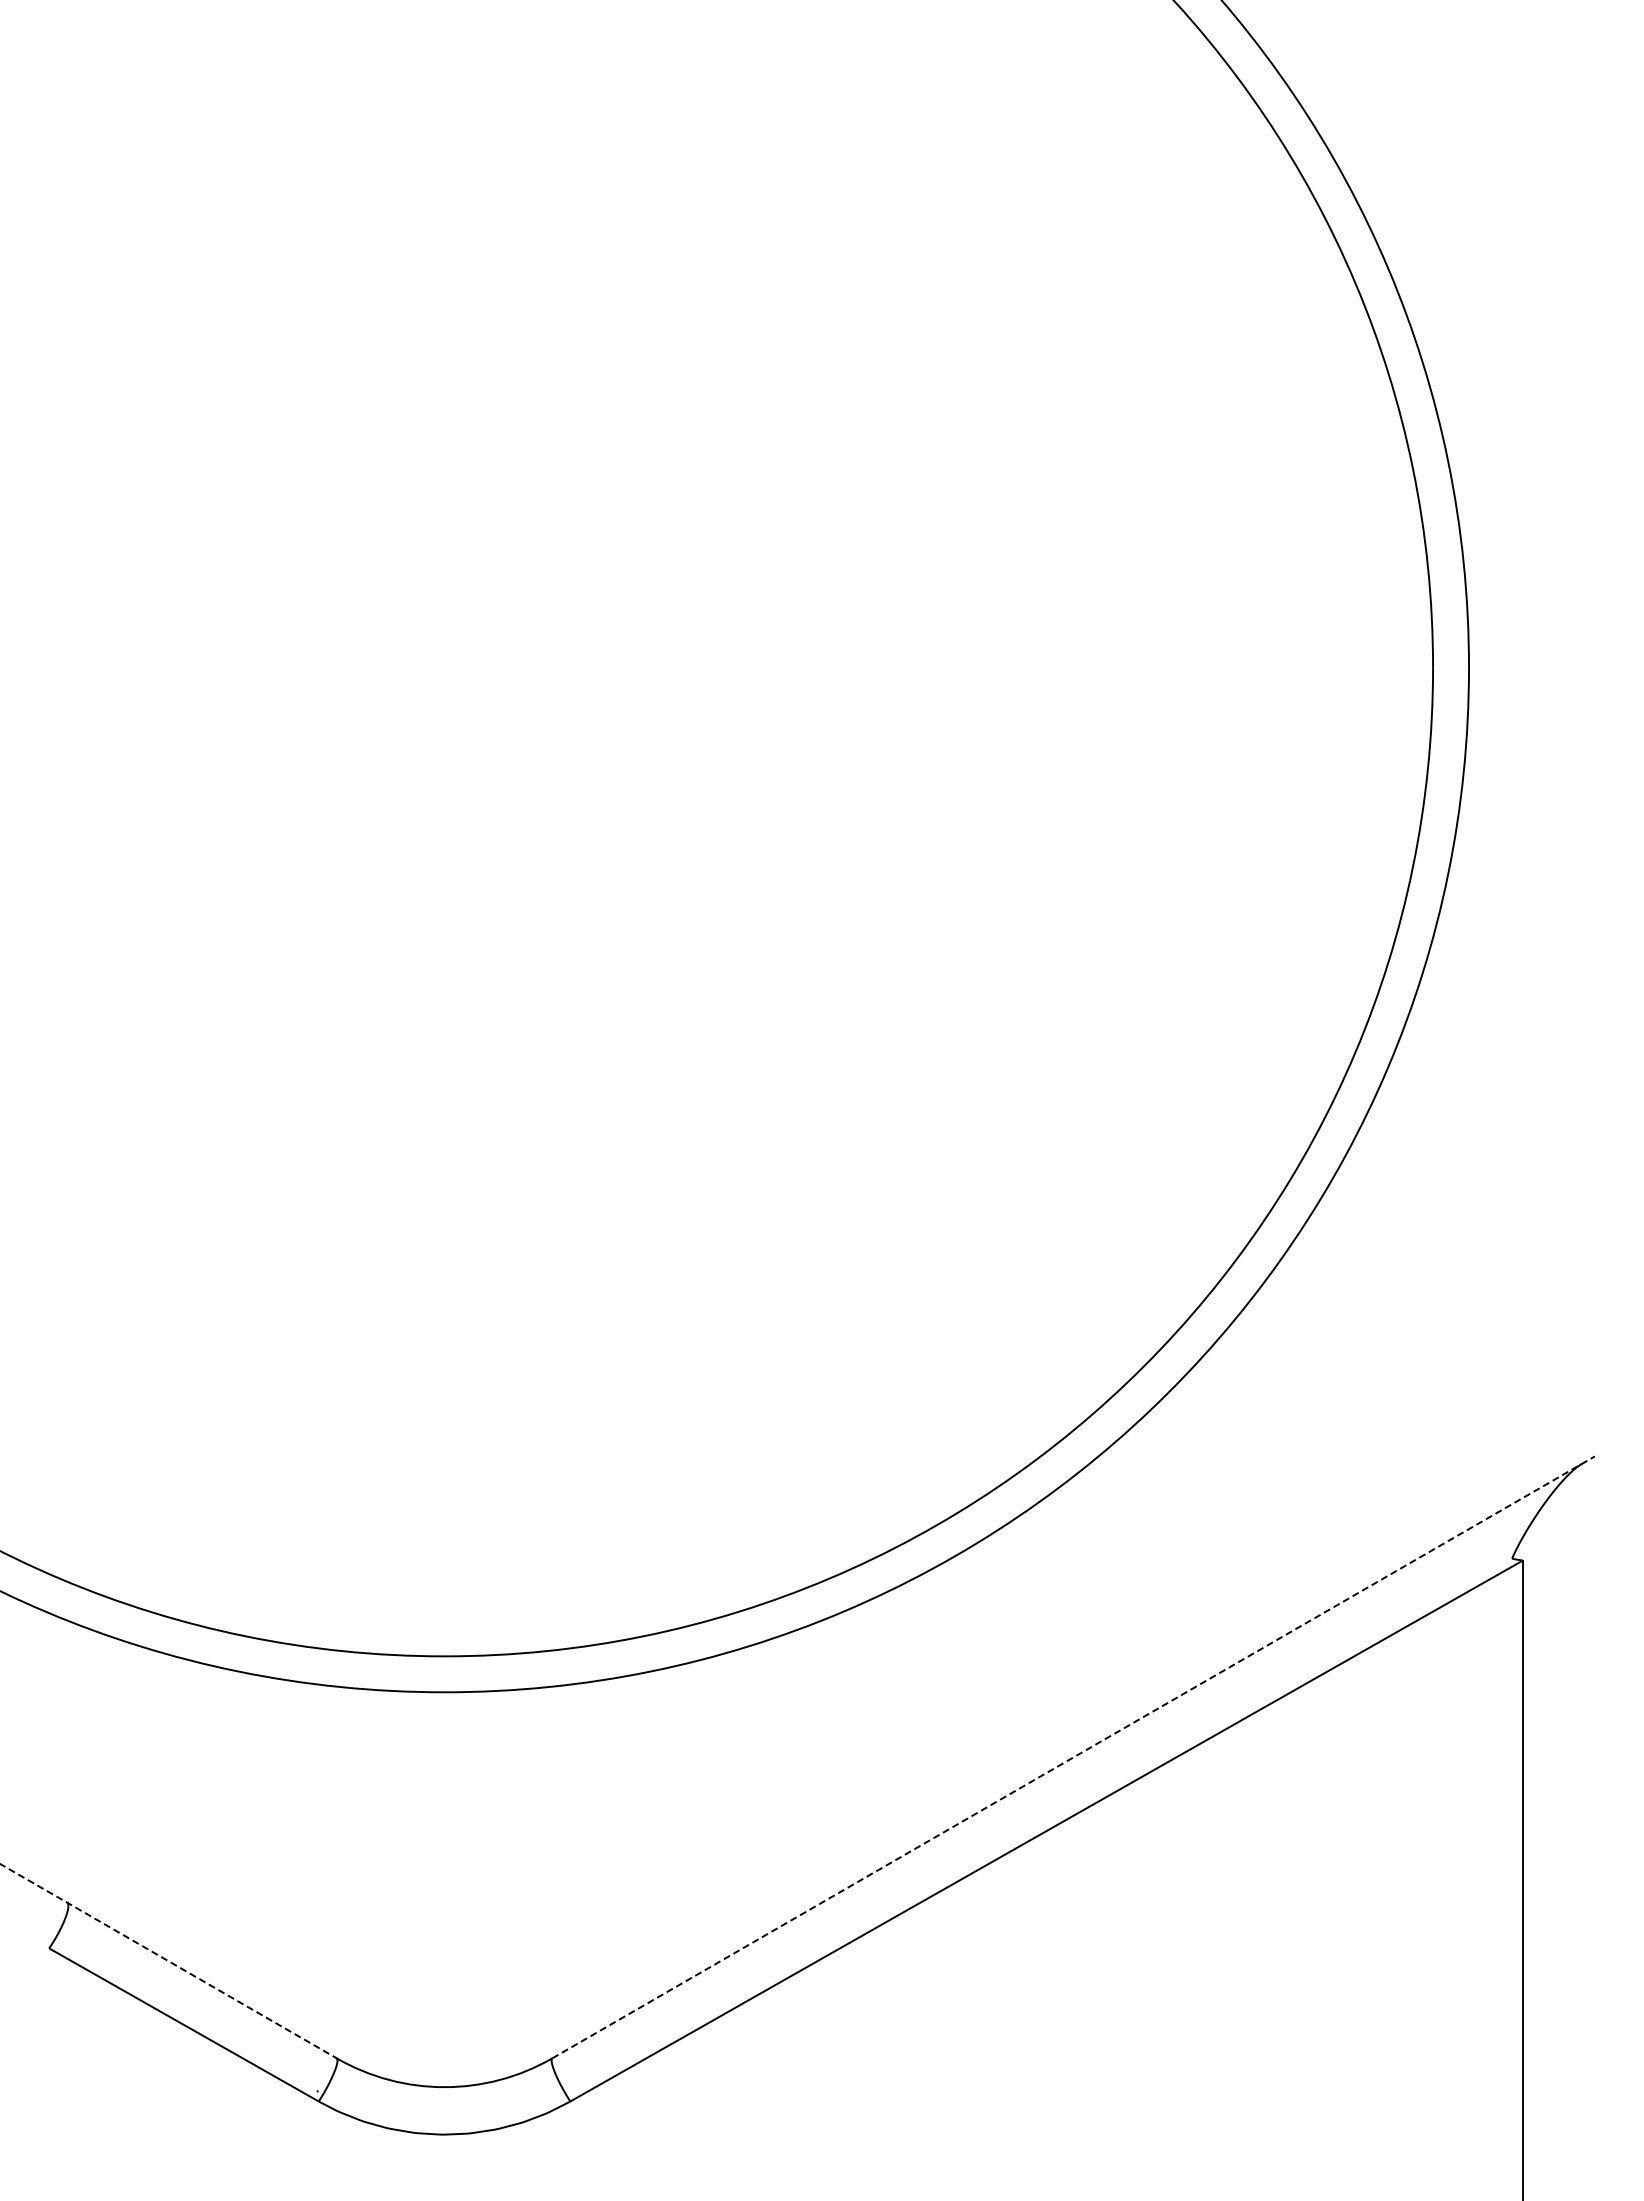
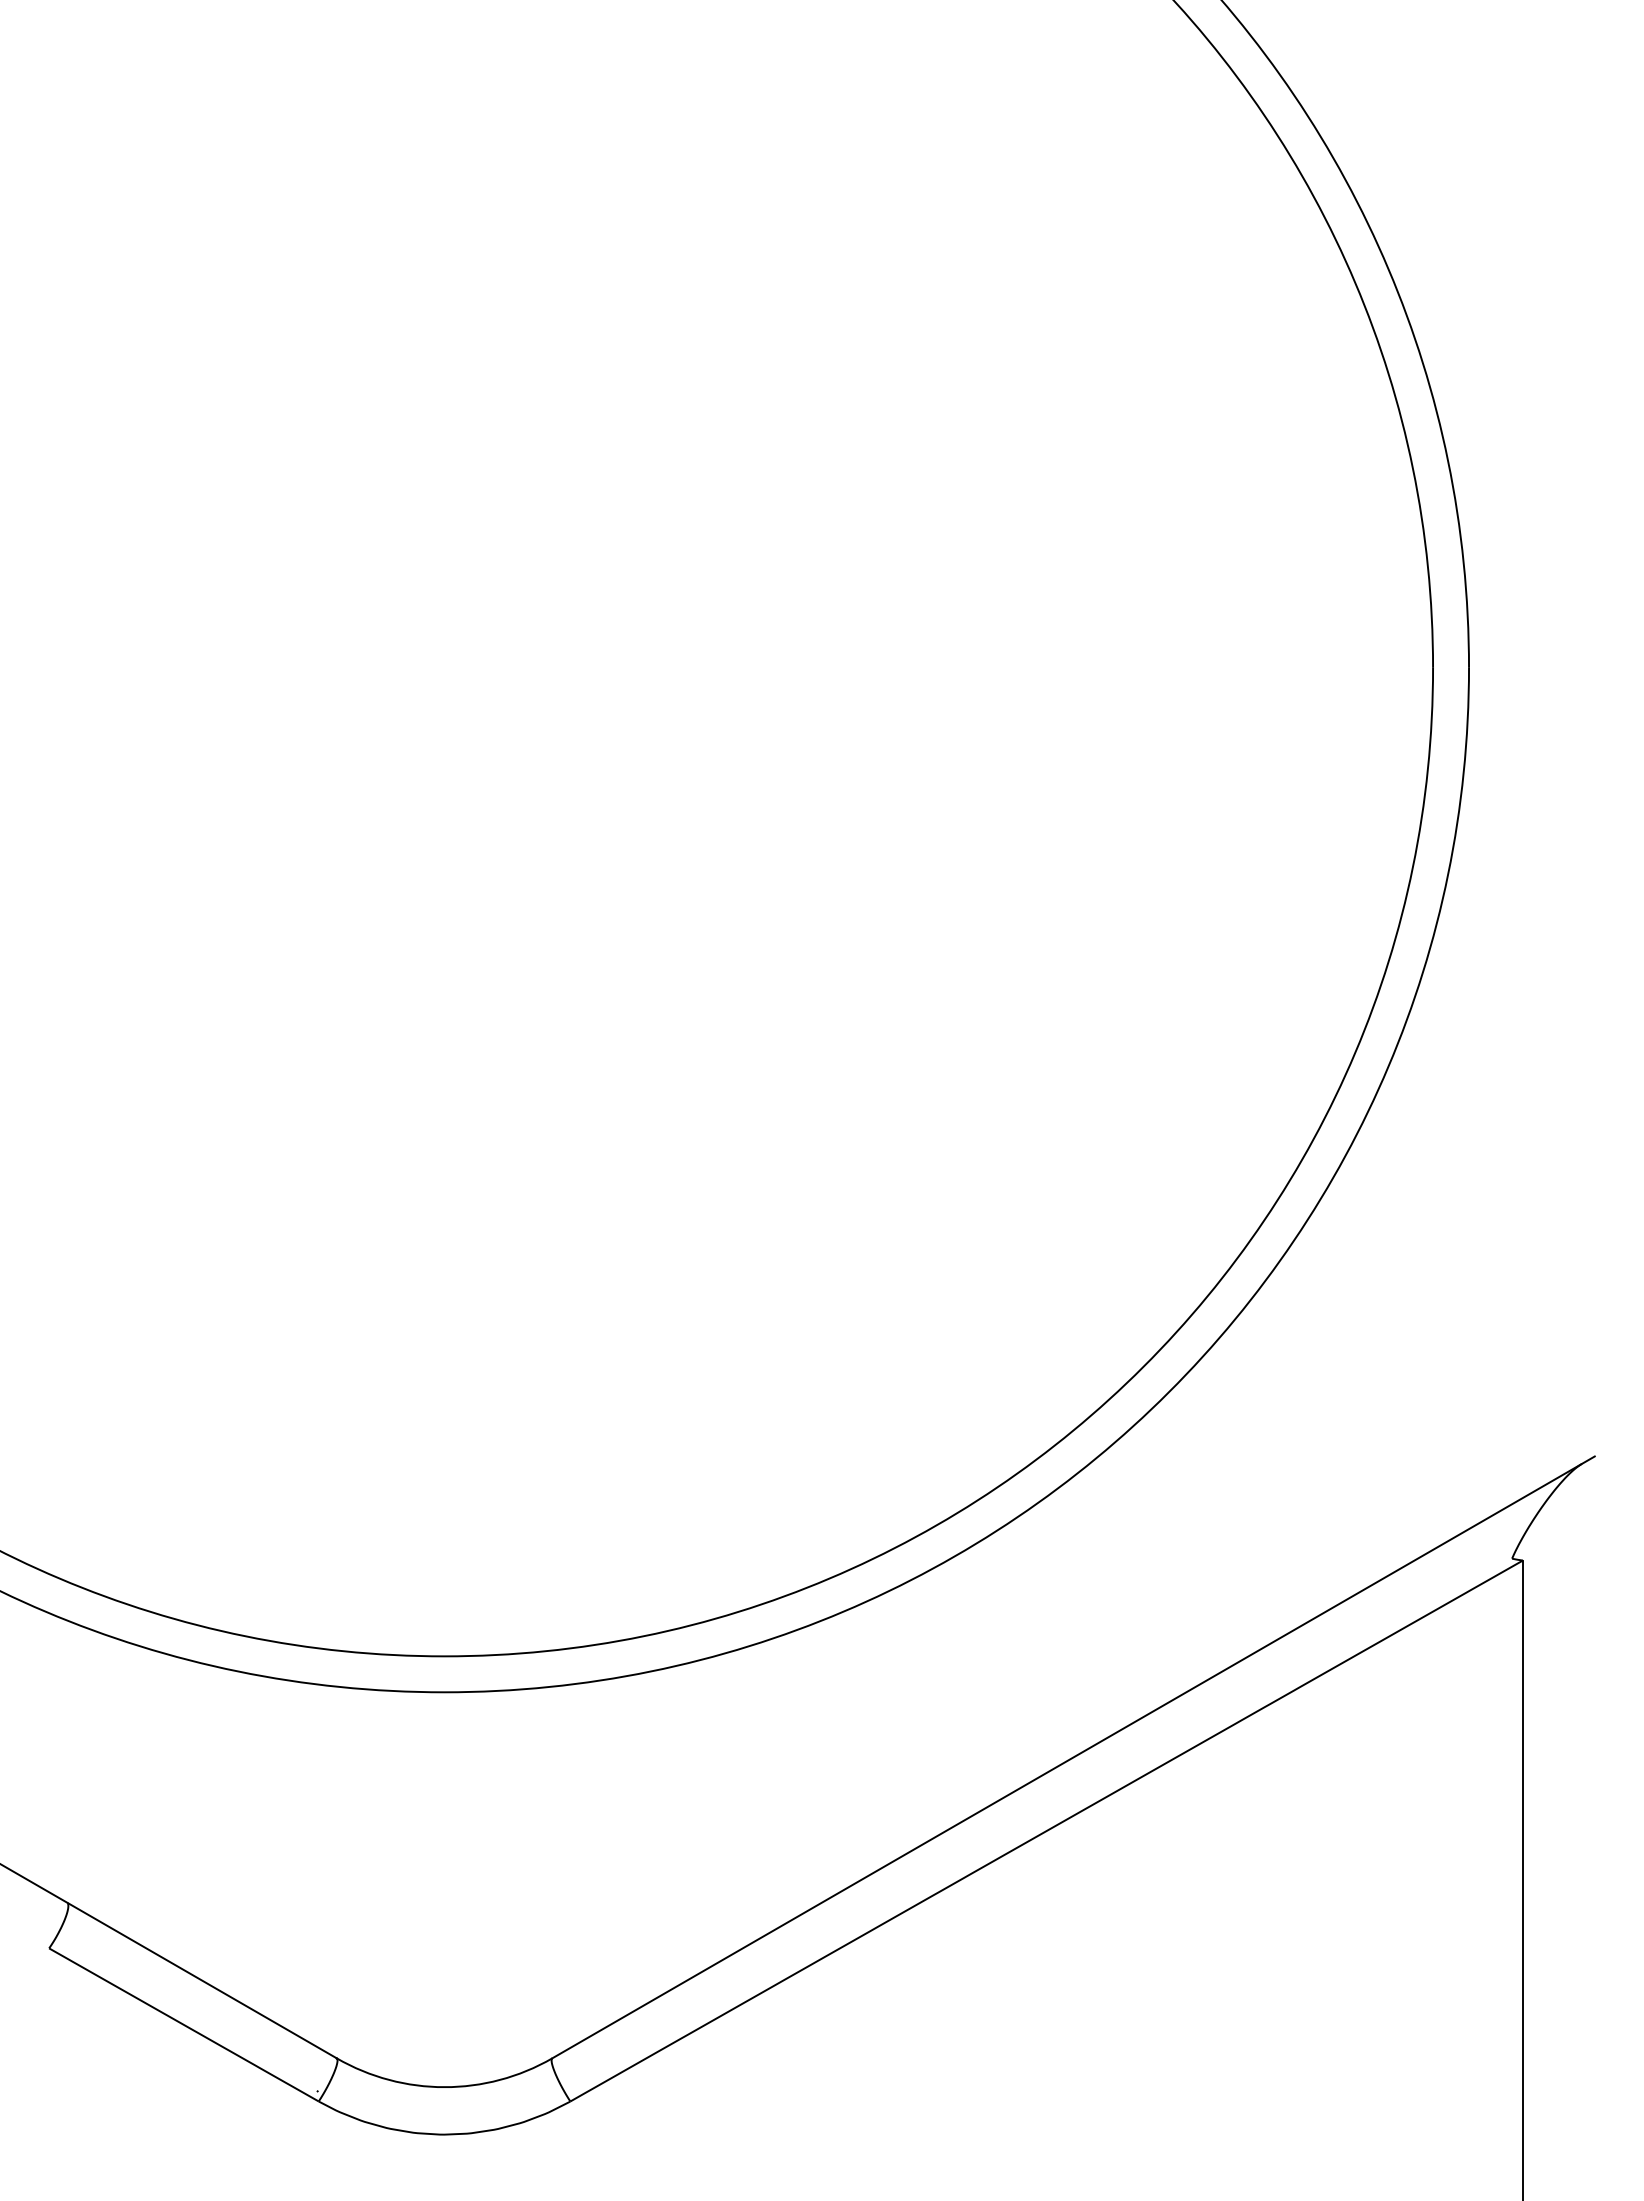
line at (1073, 1757): dashed -> solid
line at (168, 1961): dashed -> solid
